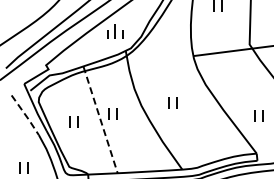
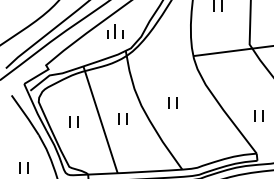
part at (112, 113) position: (112, 113) -> (122, 118)
line at (25, 115): dashed -> solid
line at (100, 119): dashed -> solid
